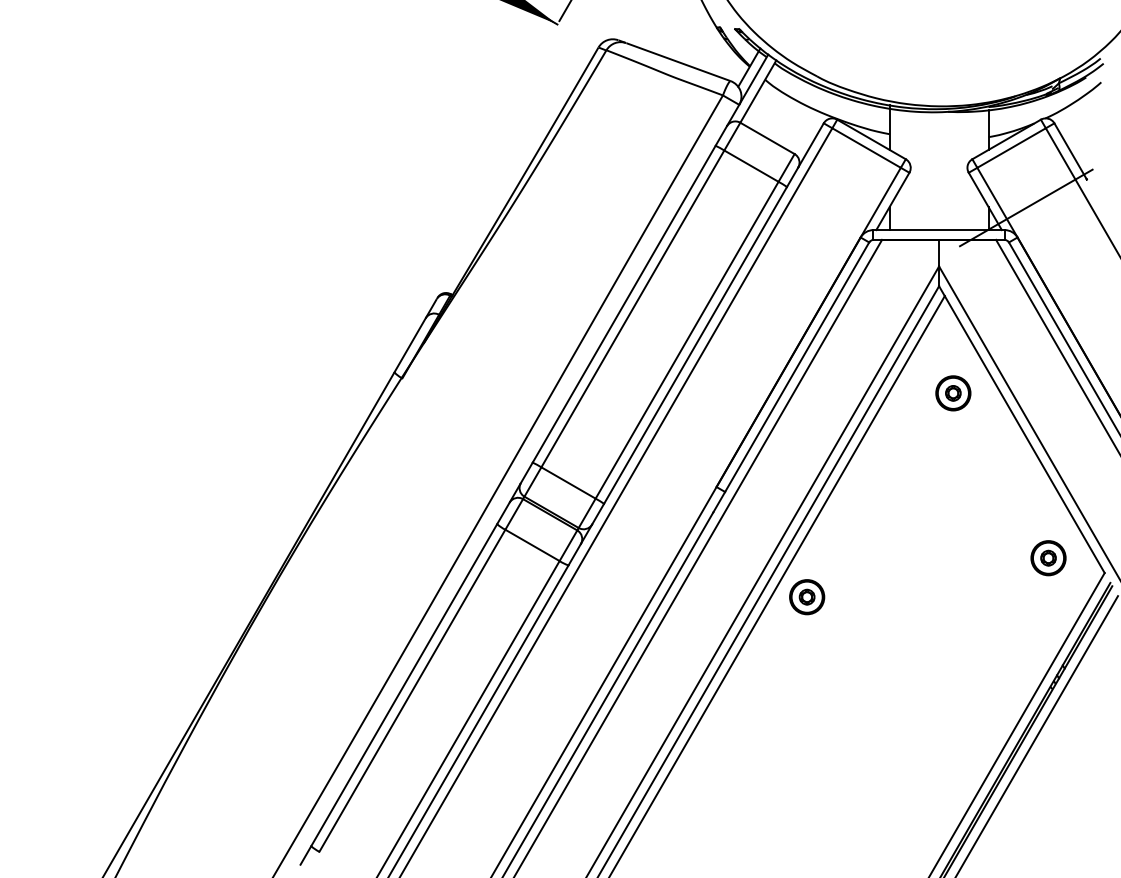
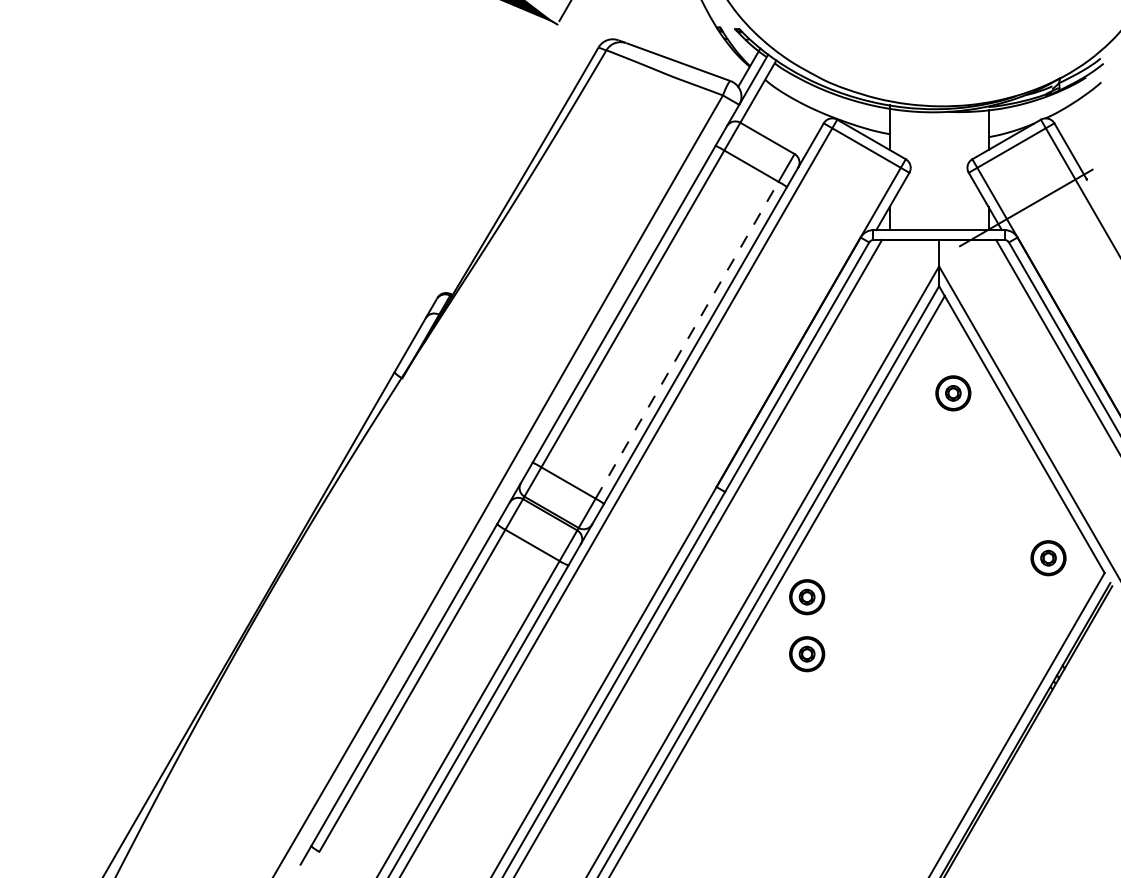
line at (687, 340): solid -> dashed
part at (807, 654): none -> present
line at (1037, 735): present -> none
